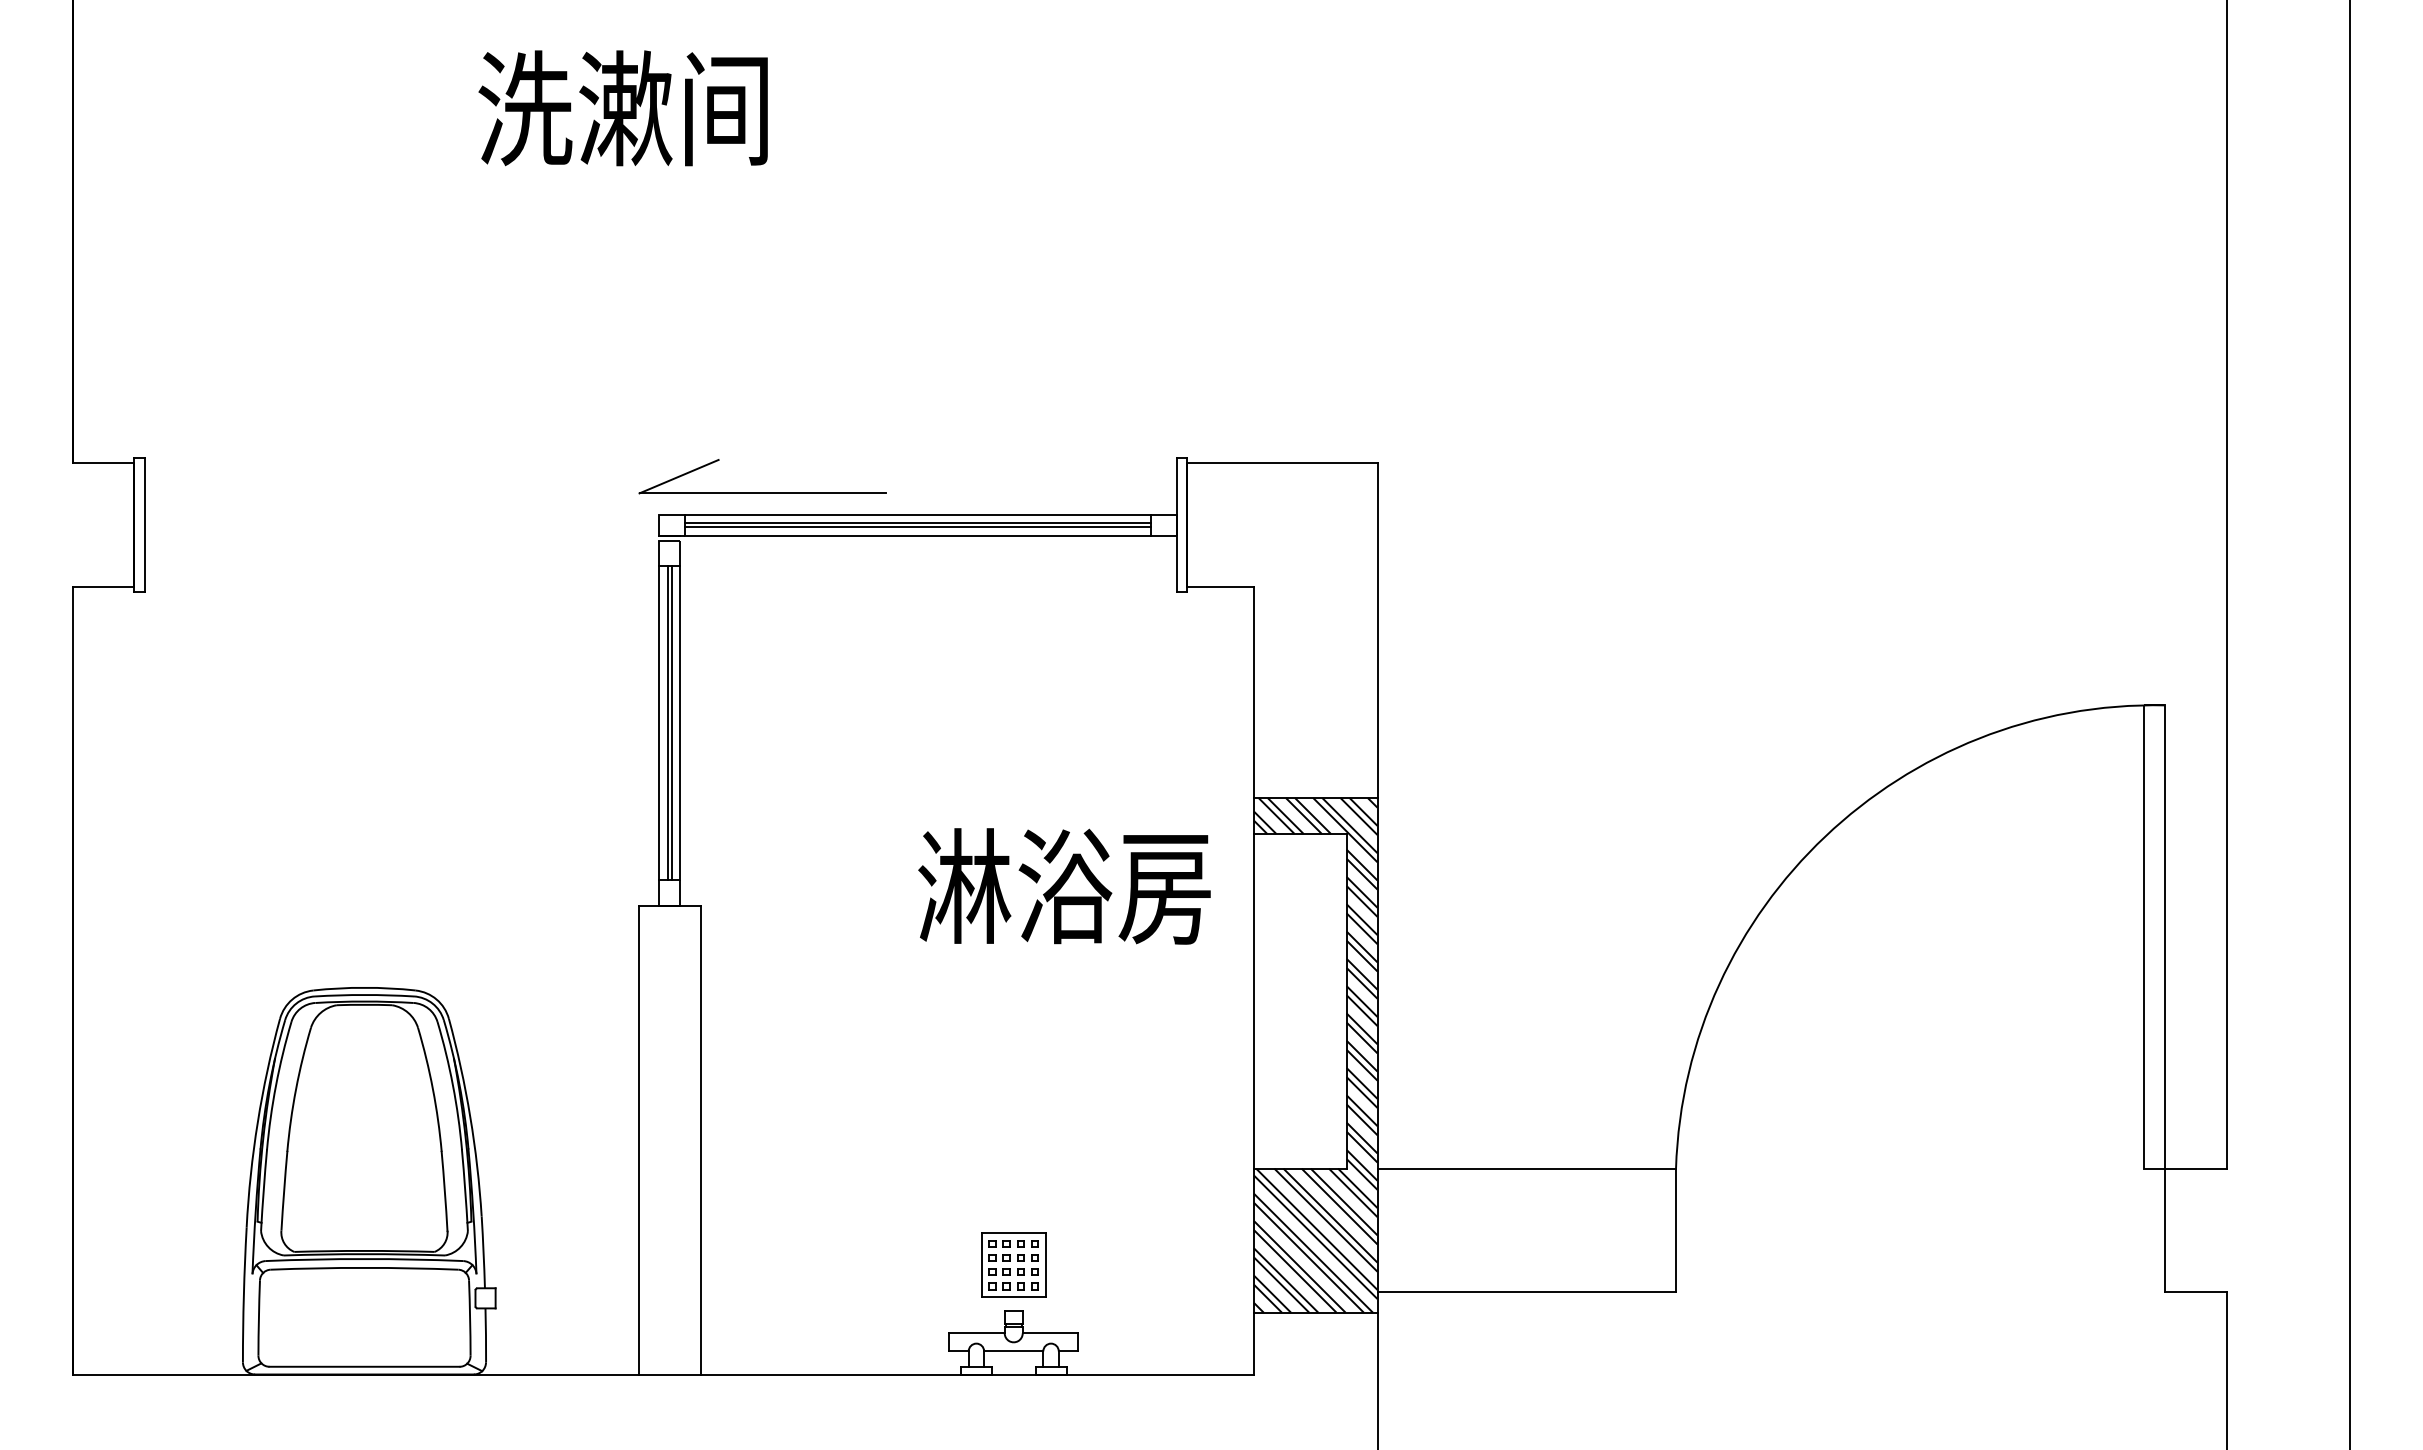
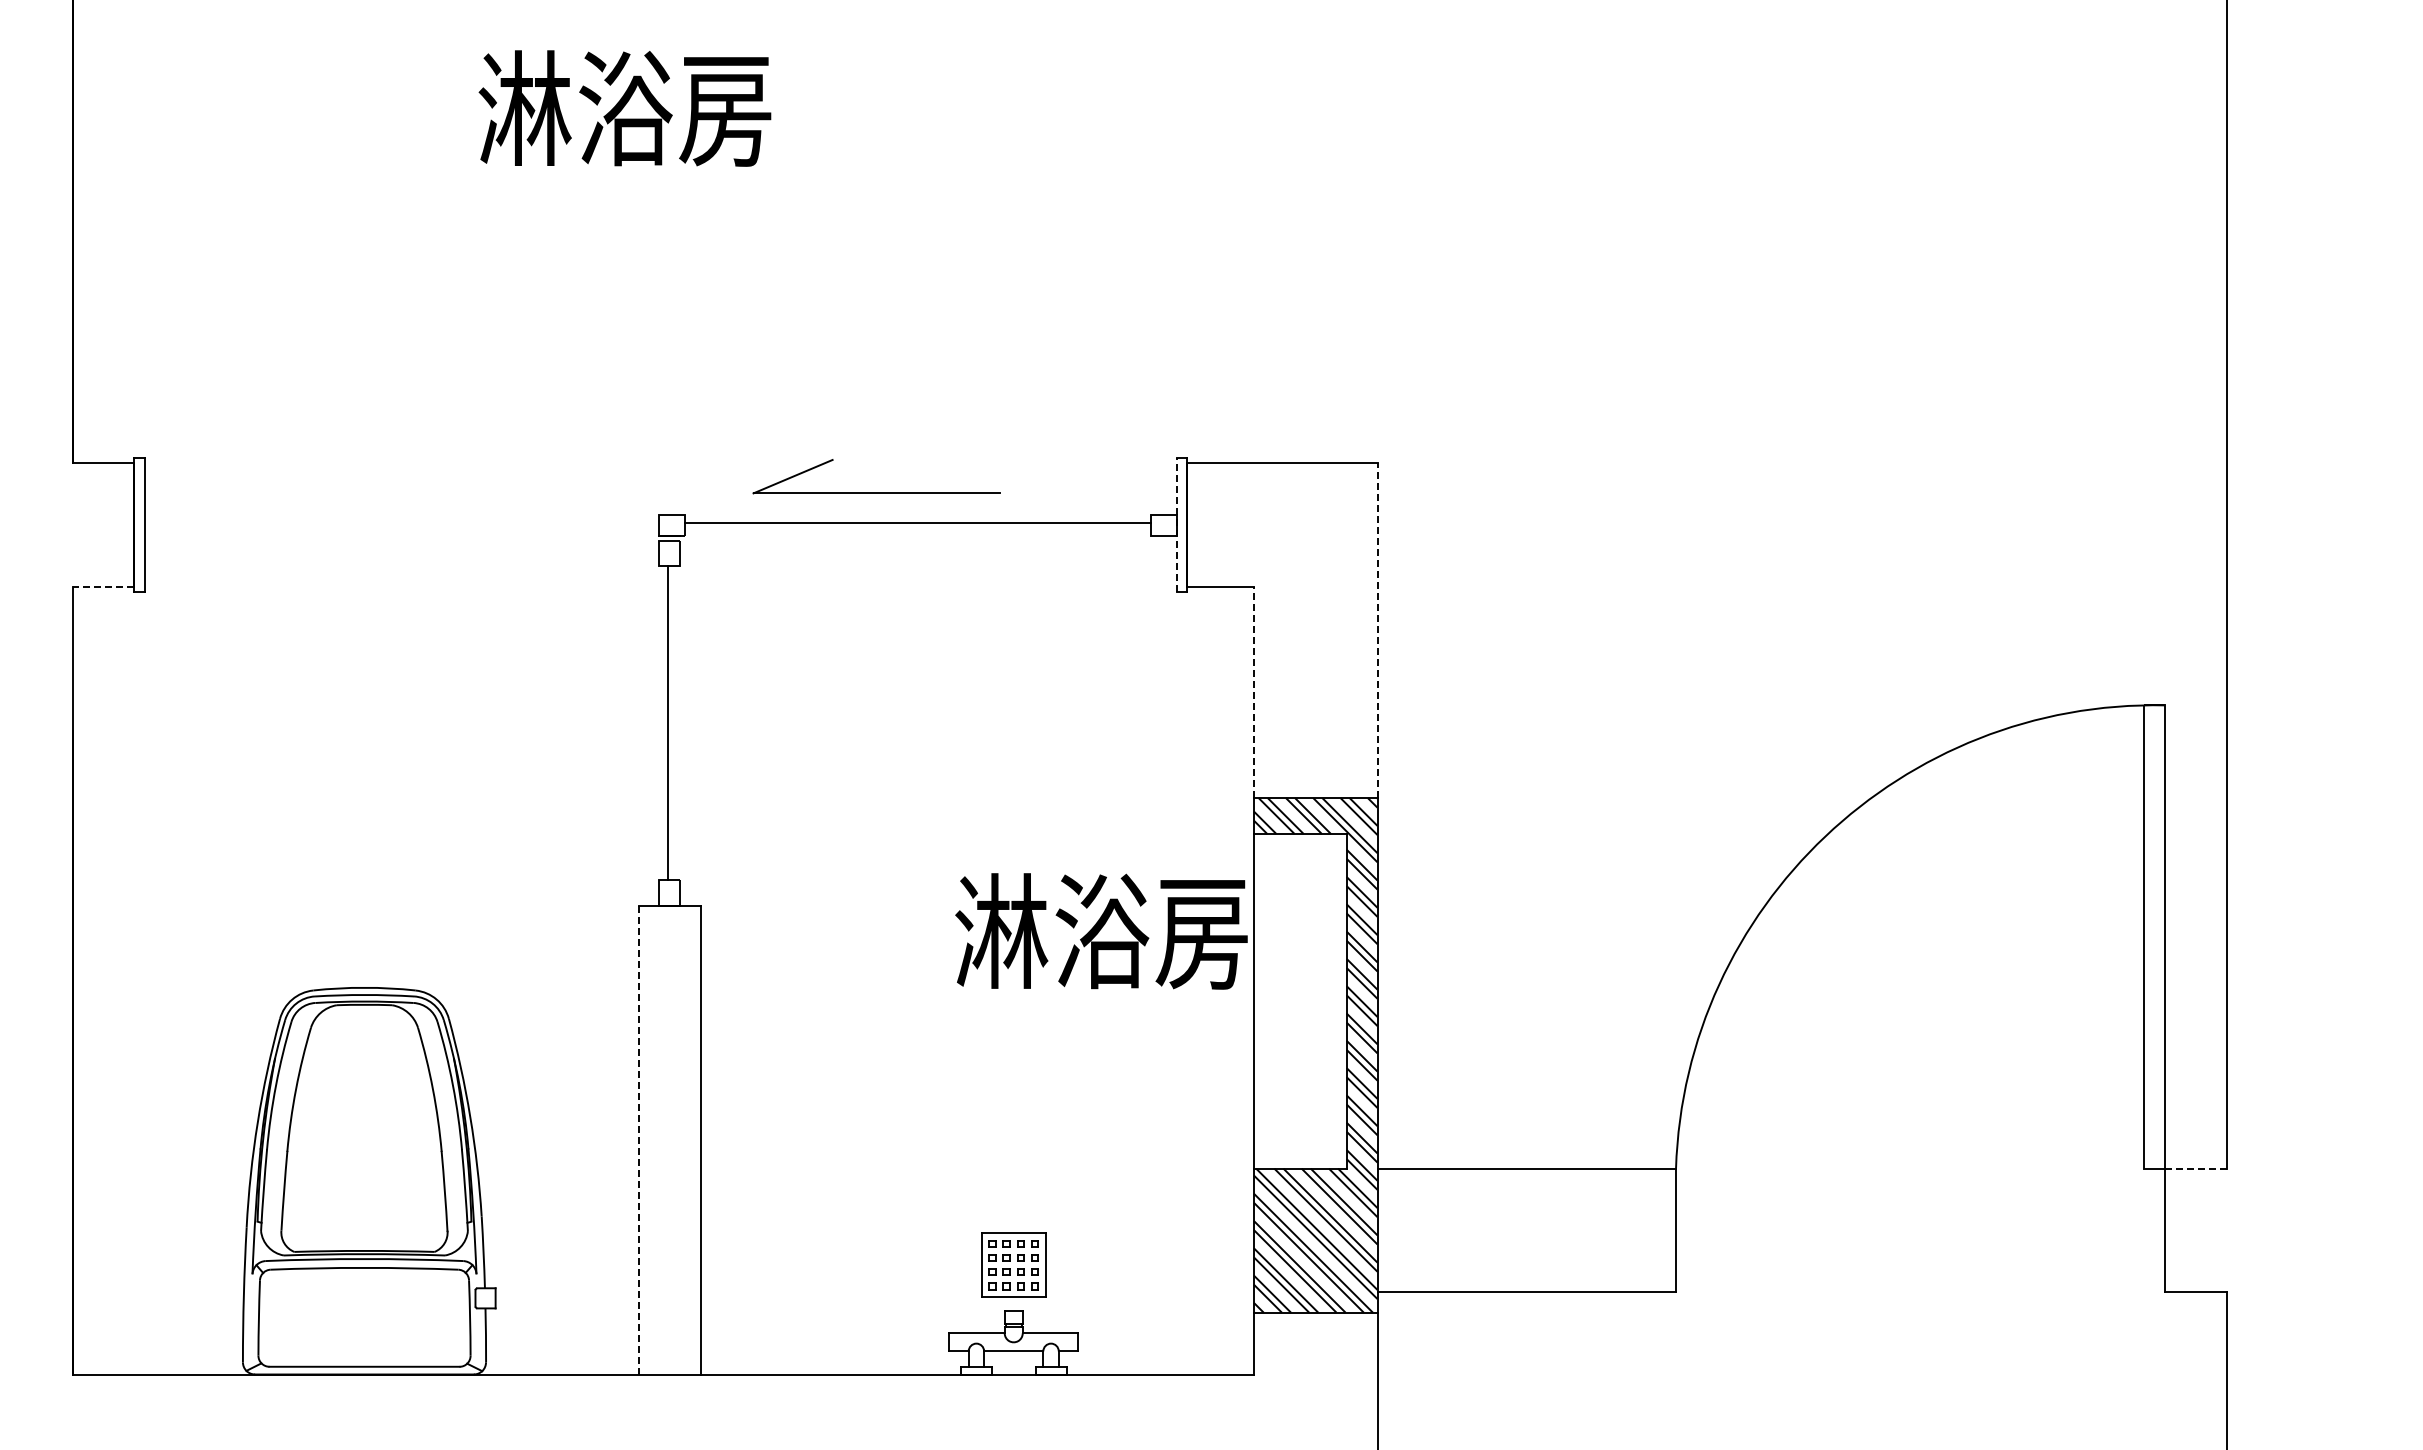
text at (624, 108): 洗漱间 -> 淋浴房
part at (762, 492) position: (762, 492) -> (876, 492)
line at (918, 514): present -> none
line at (1176, 525): solid -> dashed
line at (918, 527): present -> none
line at (918, 535): present -> none
line at (103, 587): solid -> dashed
line at (1377, 630): solid -> dashed
line at (1253, 692): solid -> dashed
line at (659, 723): present -> none
line at (671, 723): present -> none
line at (680, 723): present -> none
line at (2350, 724): present -> none
text at (1064, 886) position: (1064, 886) -> (1101, 931)
line at (638, 1140): solid -> dashed
line at (2195, 1168): solid -> dashed
